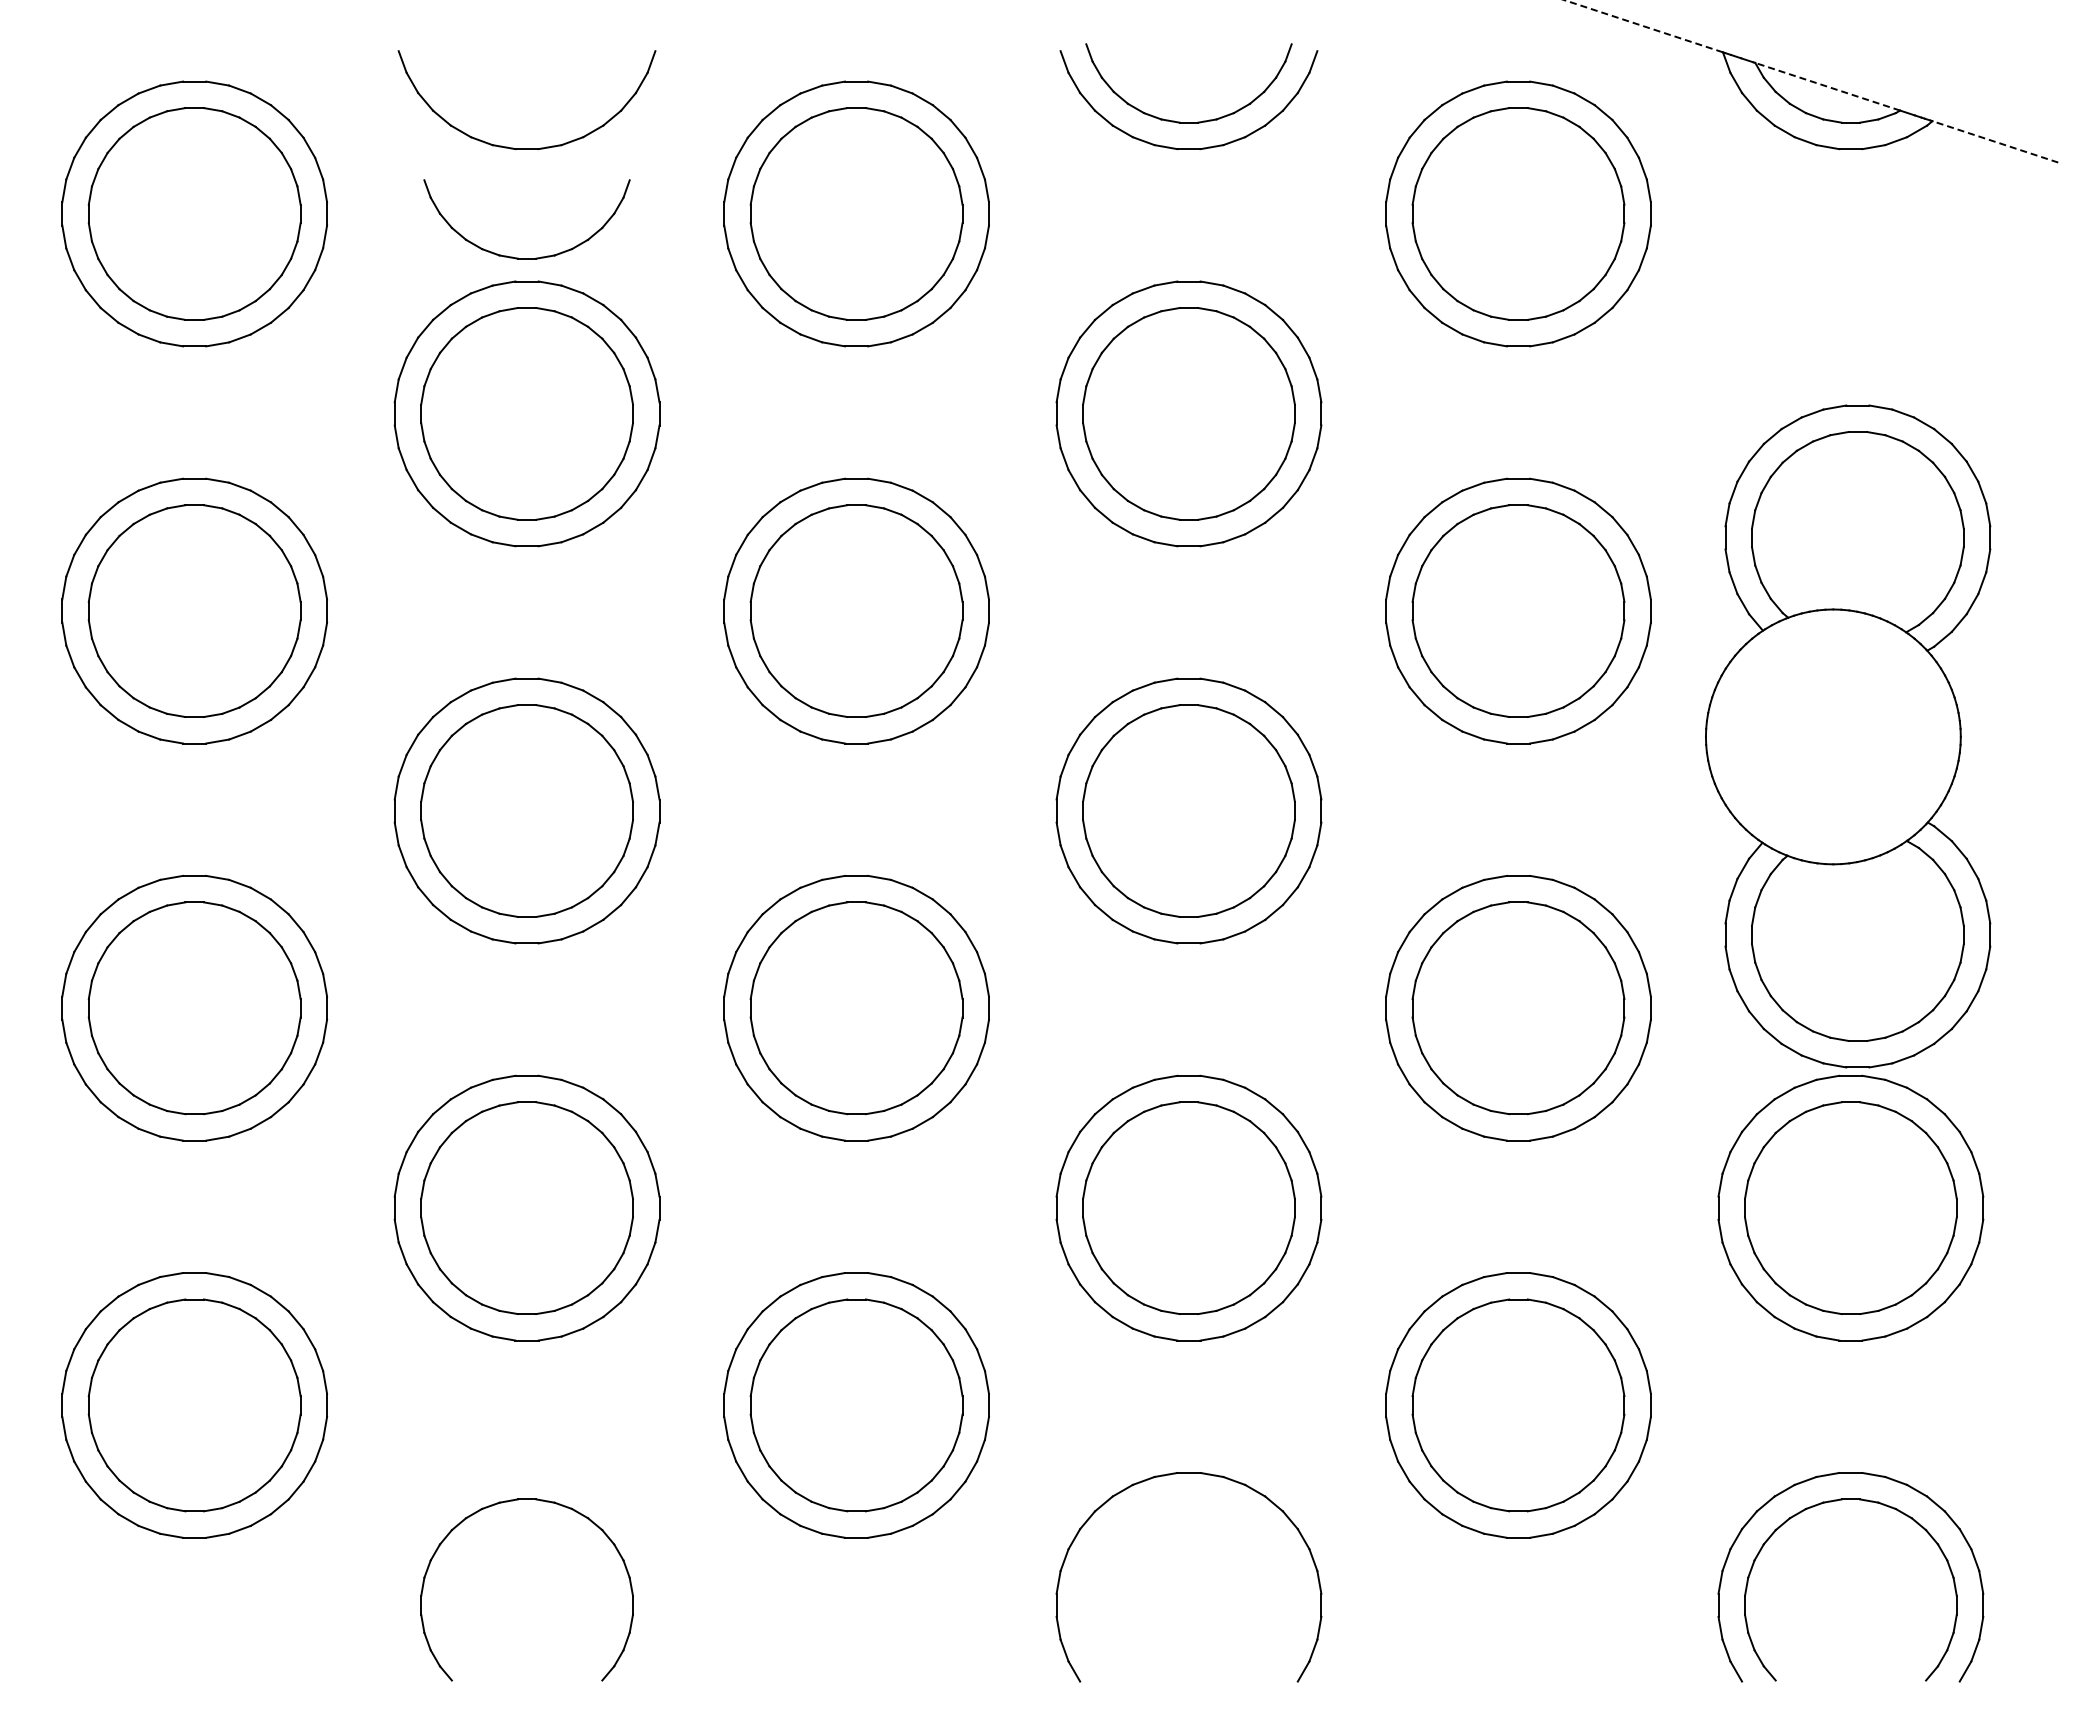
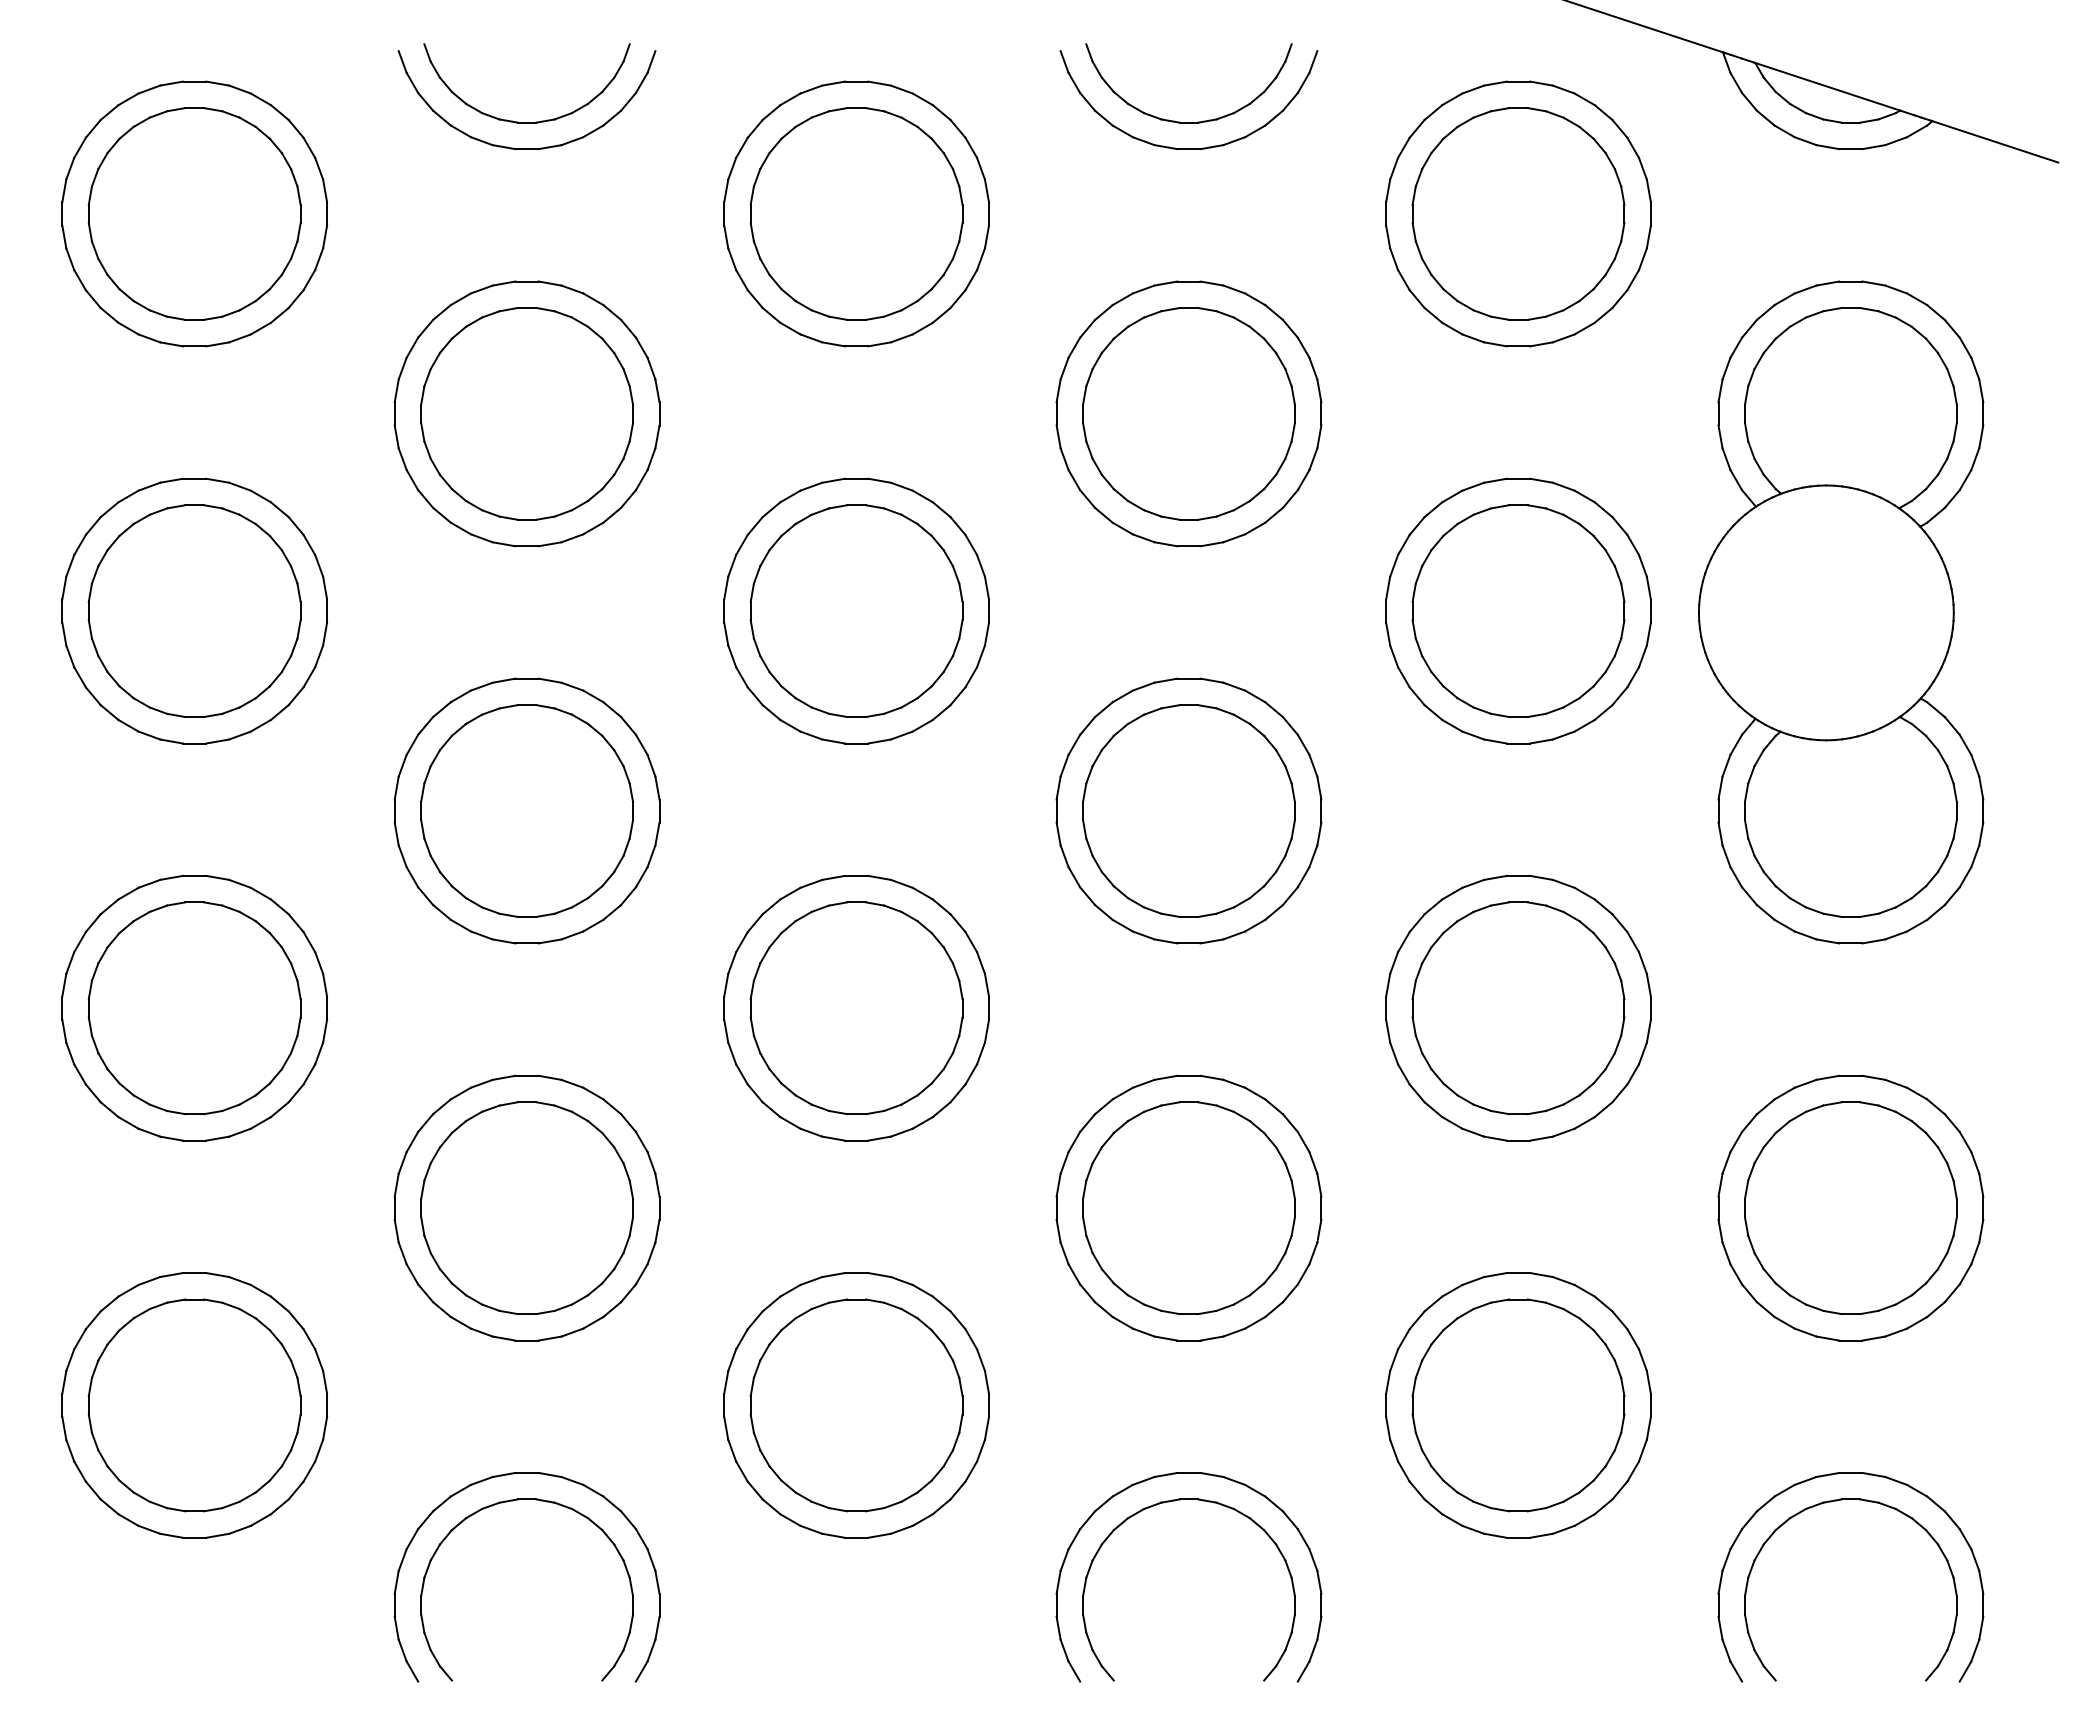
line at (1643, 26): dashed -> solid
line at (1827, 86): dashed -> solid
line at (1994, 141): dashed -> solid
part at (518, 257) position: (518, 257) -> (518, 121)
part at (1848, 736) position: (1848, 736) -> (1841, 612)
part at (508, 1475): none -> present
part at (1175, 1501): none -> present
